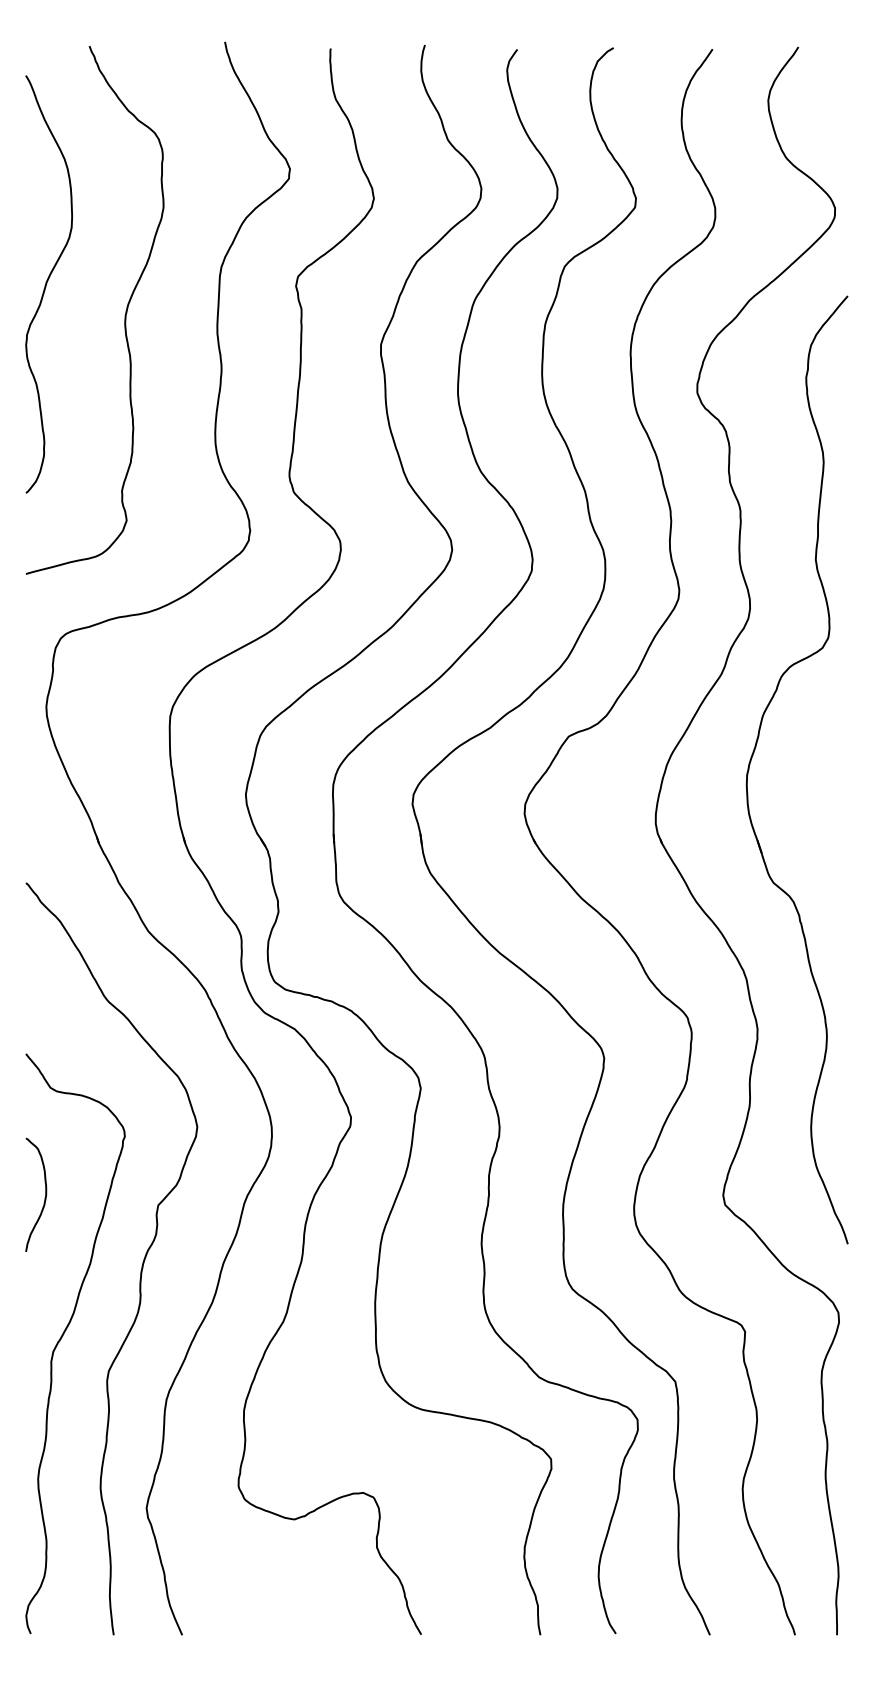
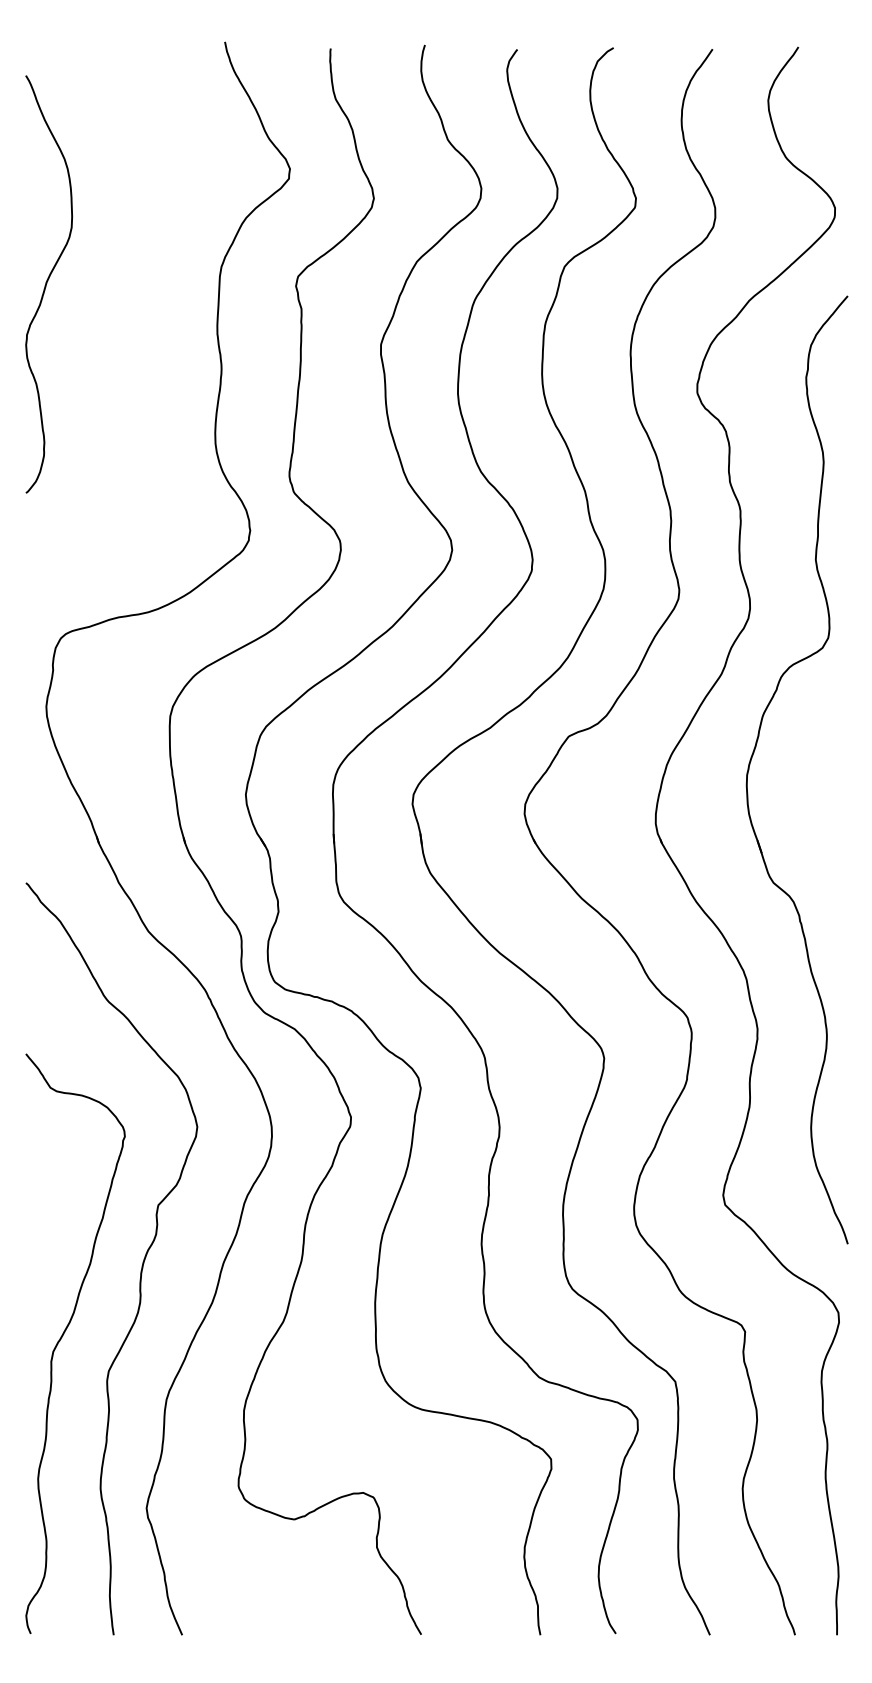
curve at (124, 315): present -> none
curve at (44, 1197): present -> none
